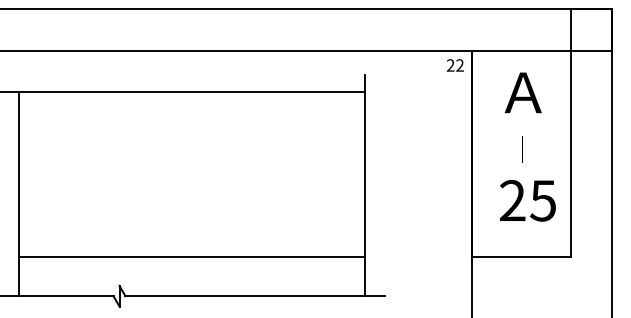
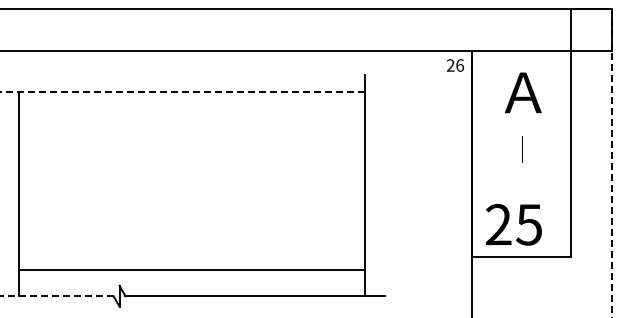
text at (459, 65): 22 -> 26
line at (182, 91): solid -> dashed
line at (612, 163): solid -> dashed
text at (527, 200) position: (527, 200) -> (513, 224)
line at (191, 257) position: (191, 257) -> (191, 270)
line at (57, 296): solid -> dashed
